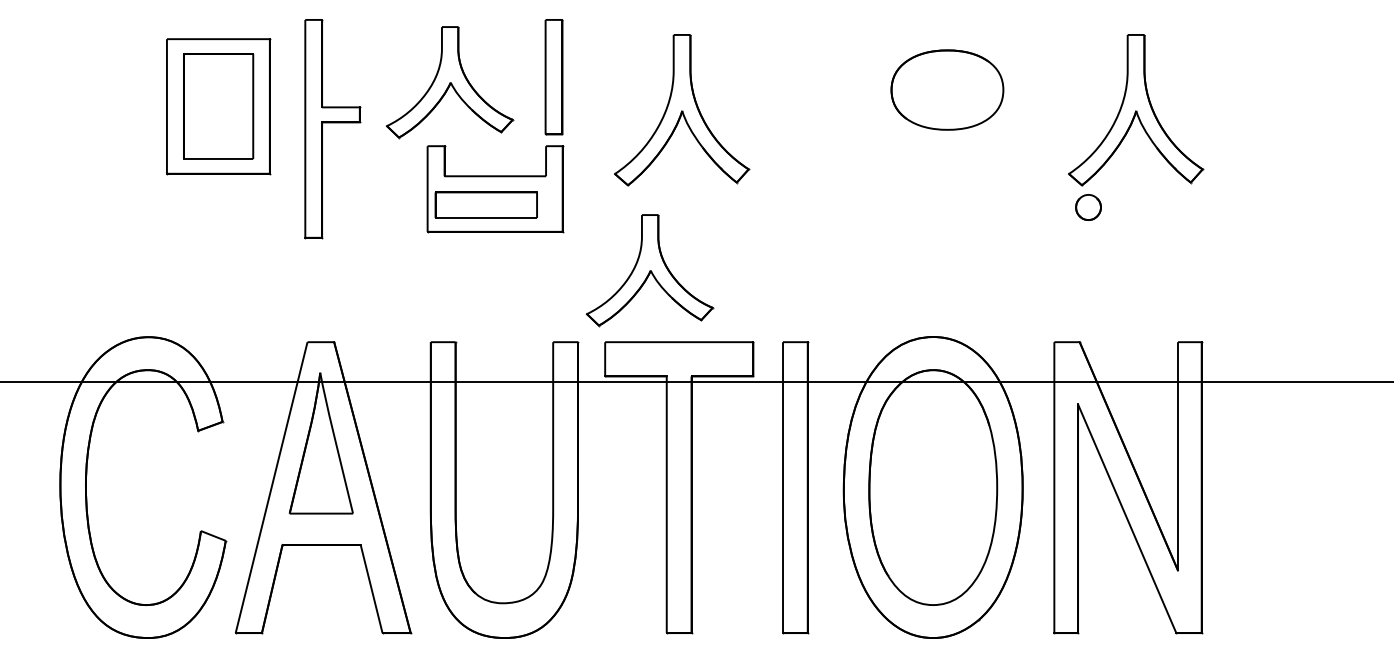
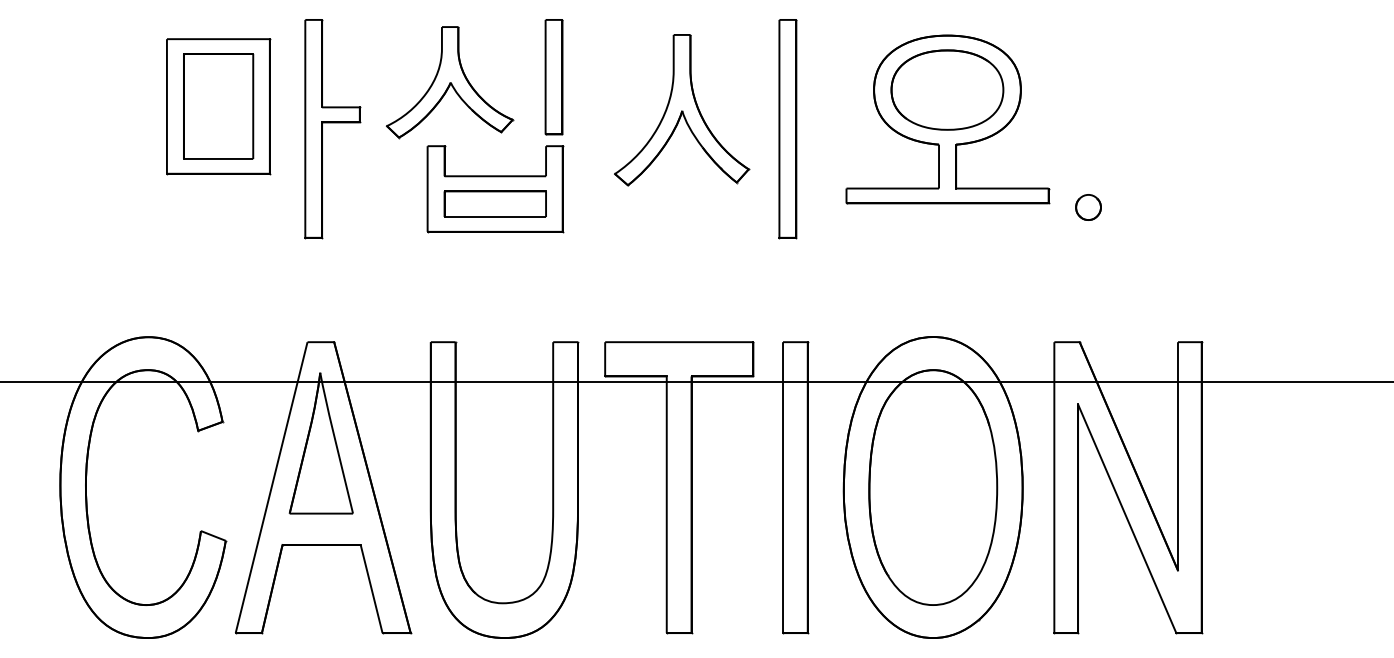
part at (1136, 110): present -> none
part at (947, 119): none -> present
part at (787, 129): none -> present
part at (485, 204) position: (485, 204) -> (494, 203)
part at (650, 270): present -> none
